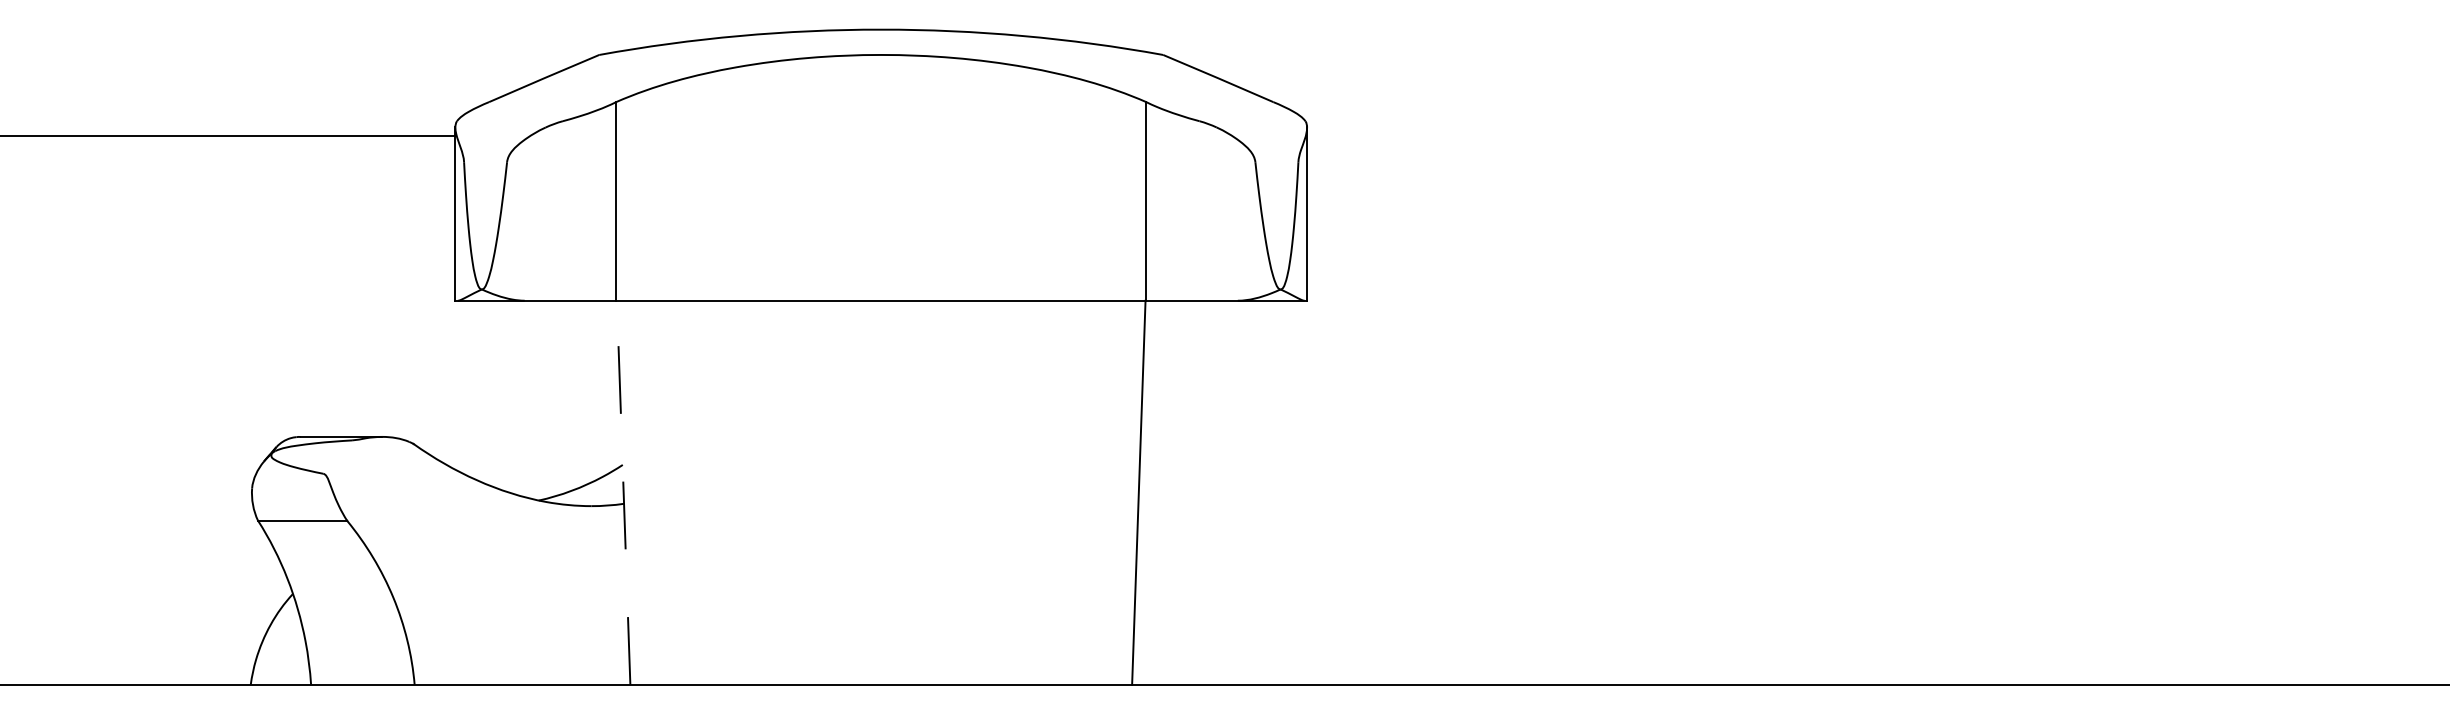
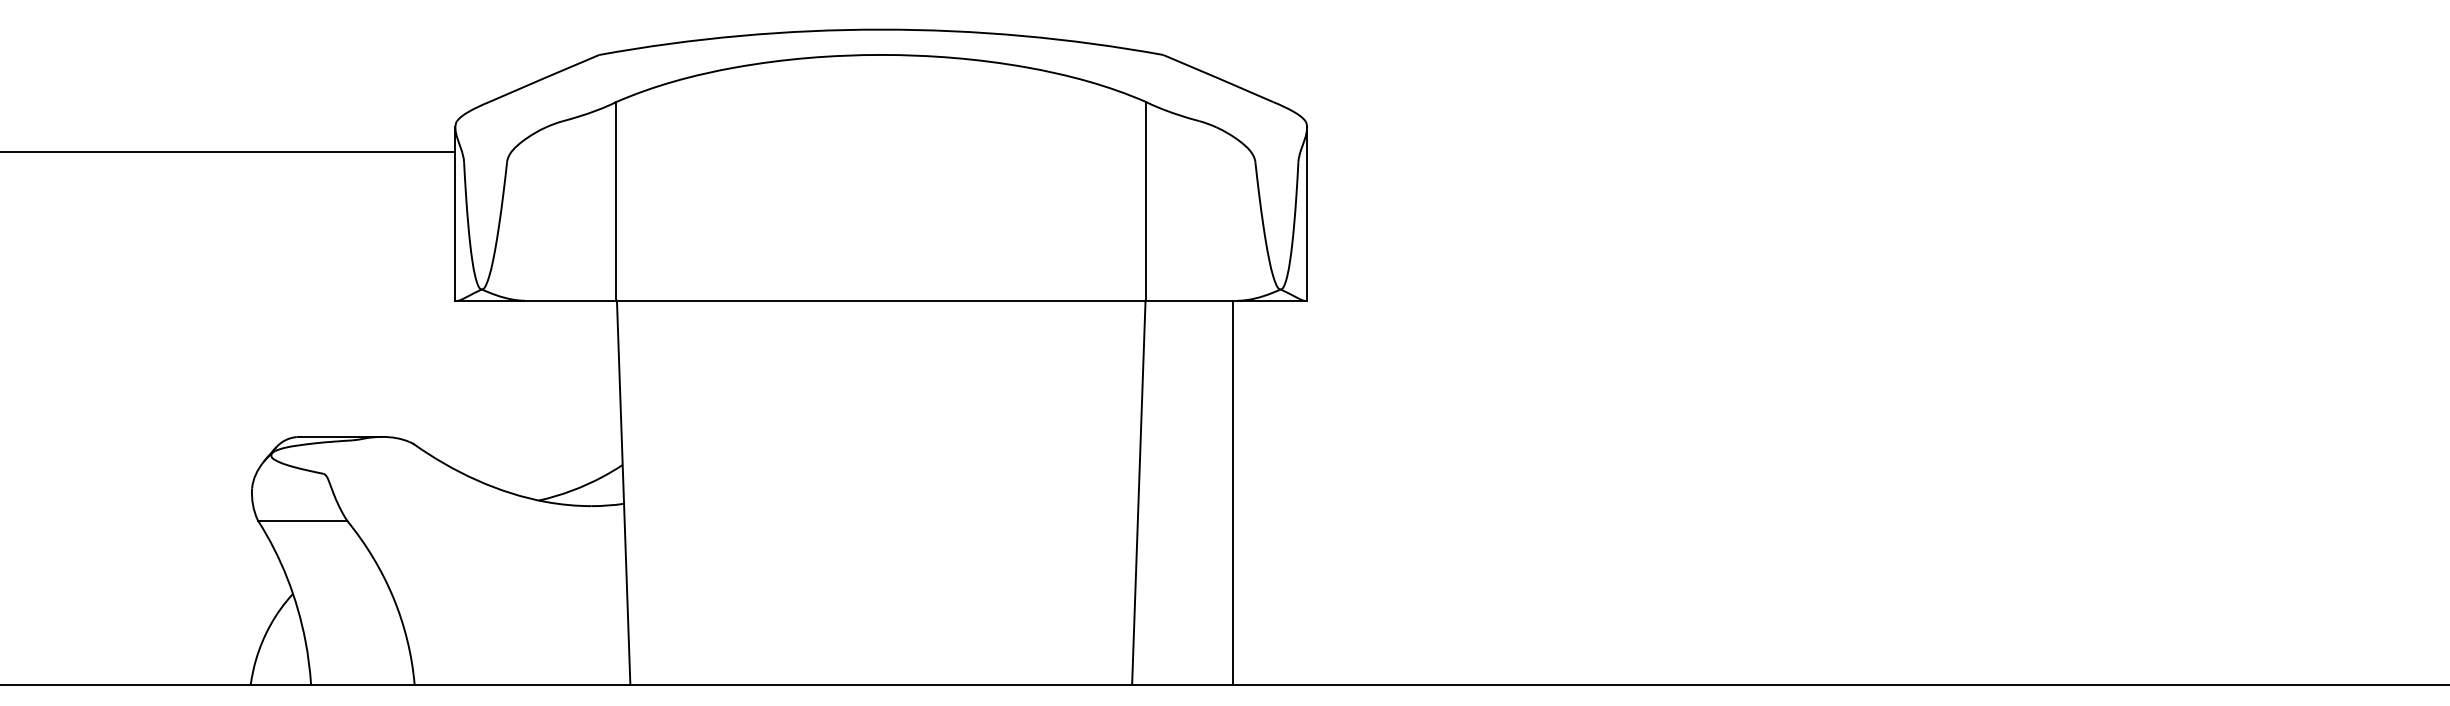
line at (228, 135) position: (228, 135) -> (228, 151)
line at (623, 492): dashed -> solid
line at (1233, 492): none -> present
